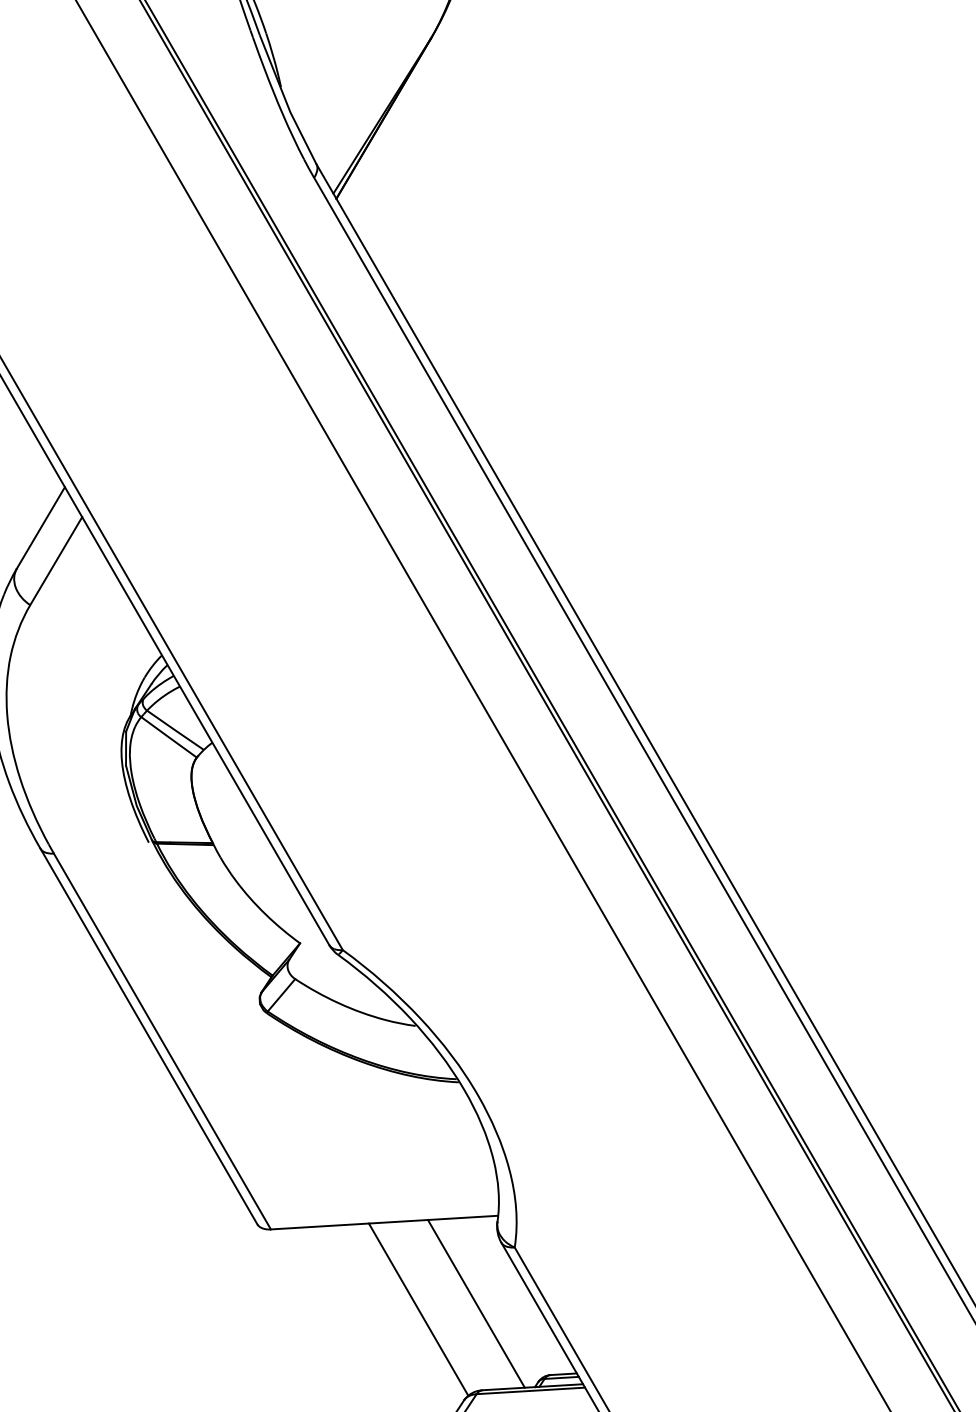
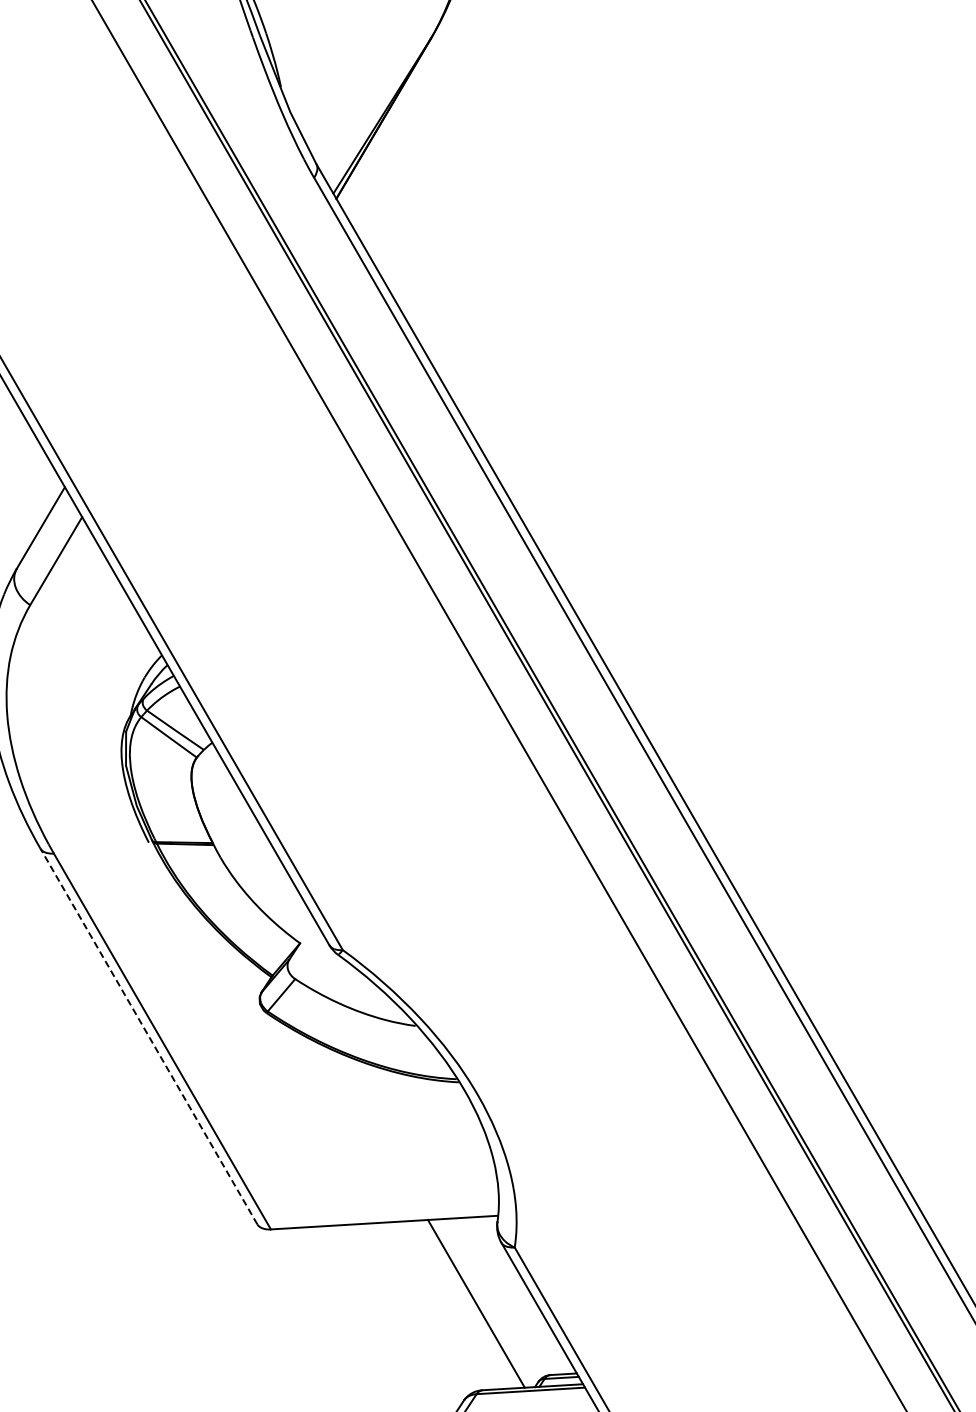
line at (482, 705) position: (482, 705) -> (498, 705)
line at (148, 1036): solid -> dashed
line at (418, 1309): present -> none
